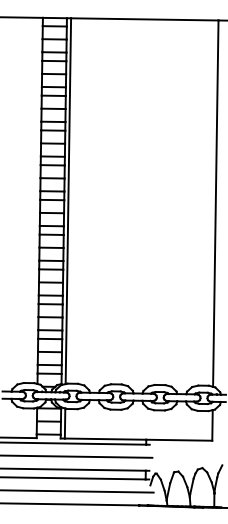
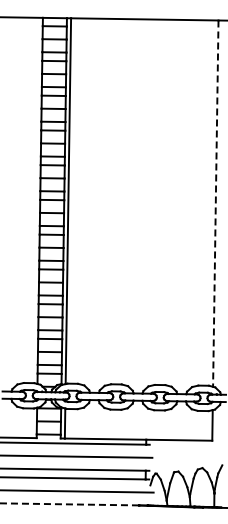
line at (215, 204): solid -> dashed
line at (69, 504): solid -> dashed
